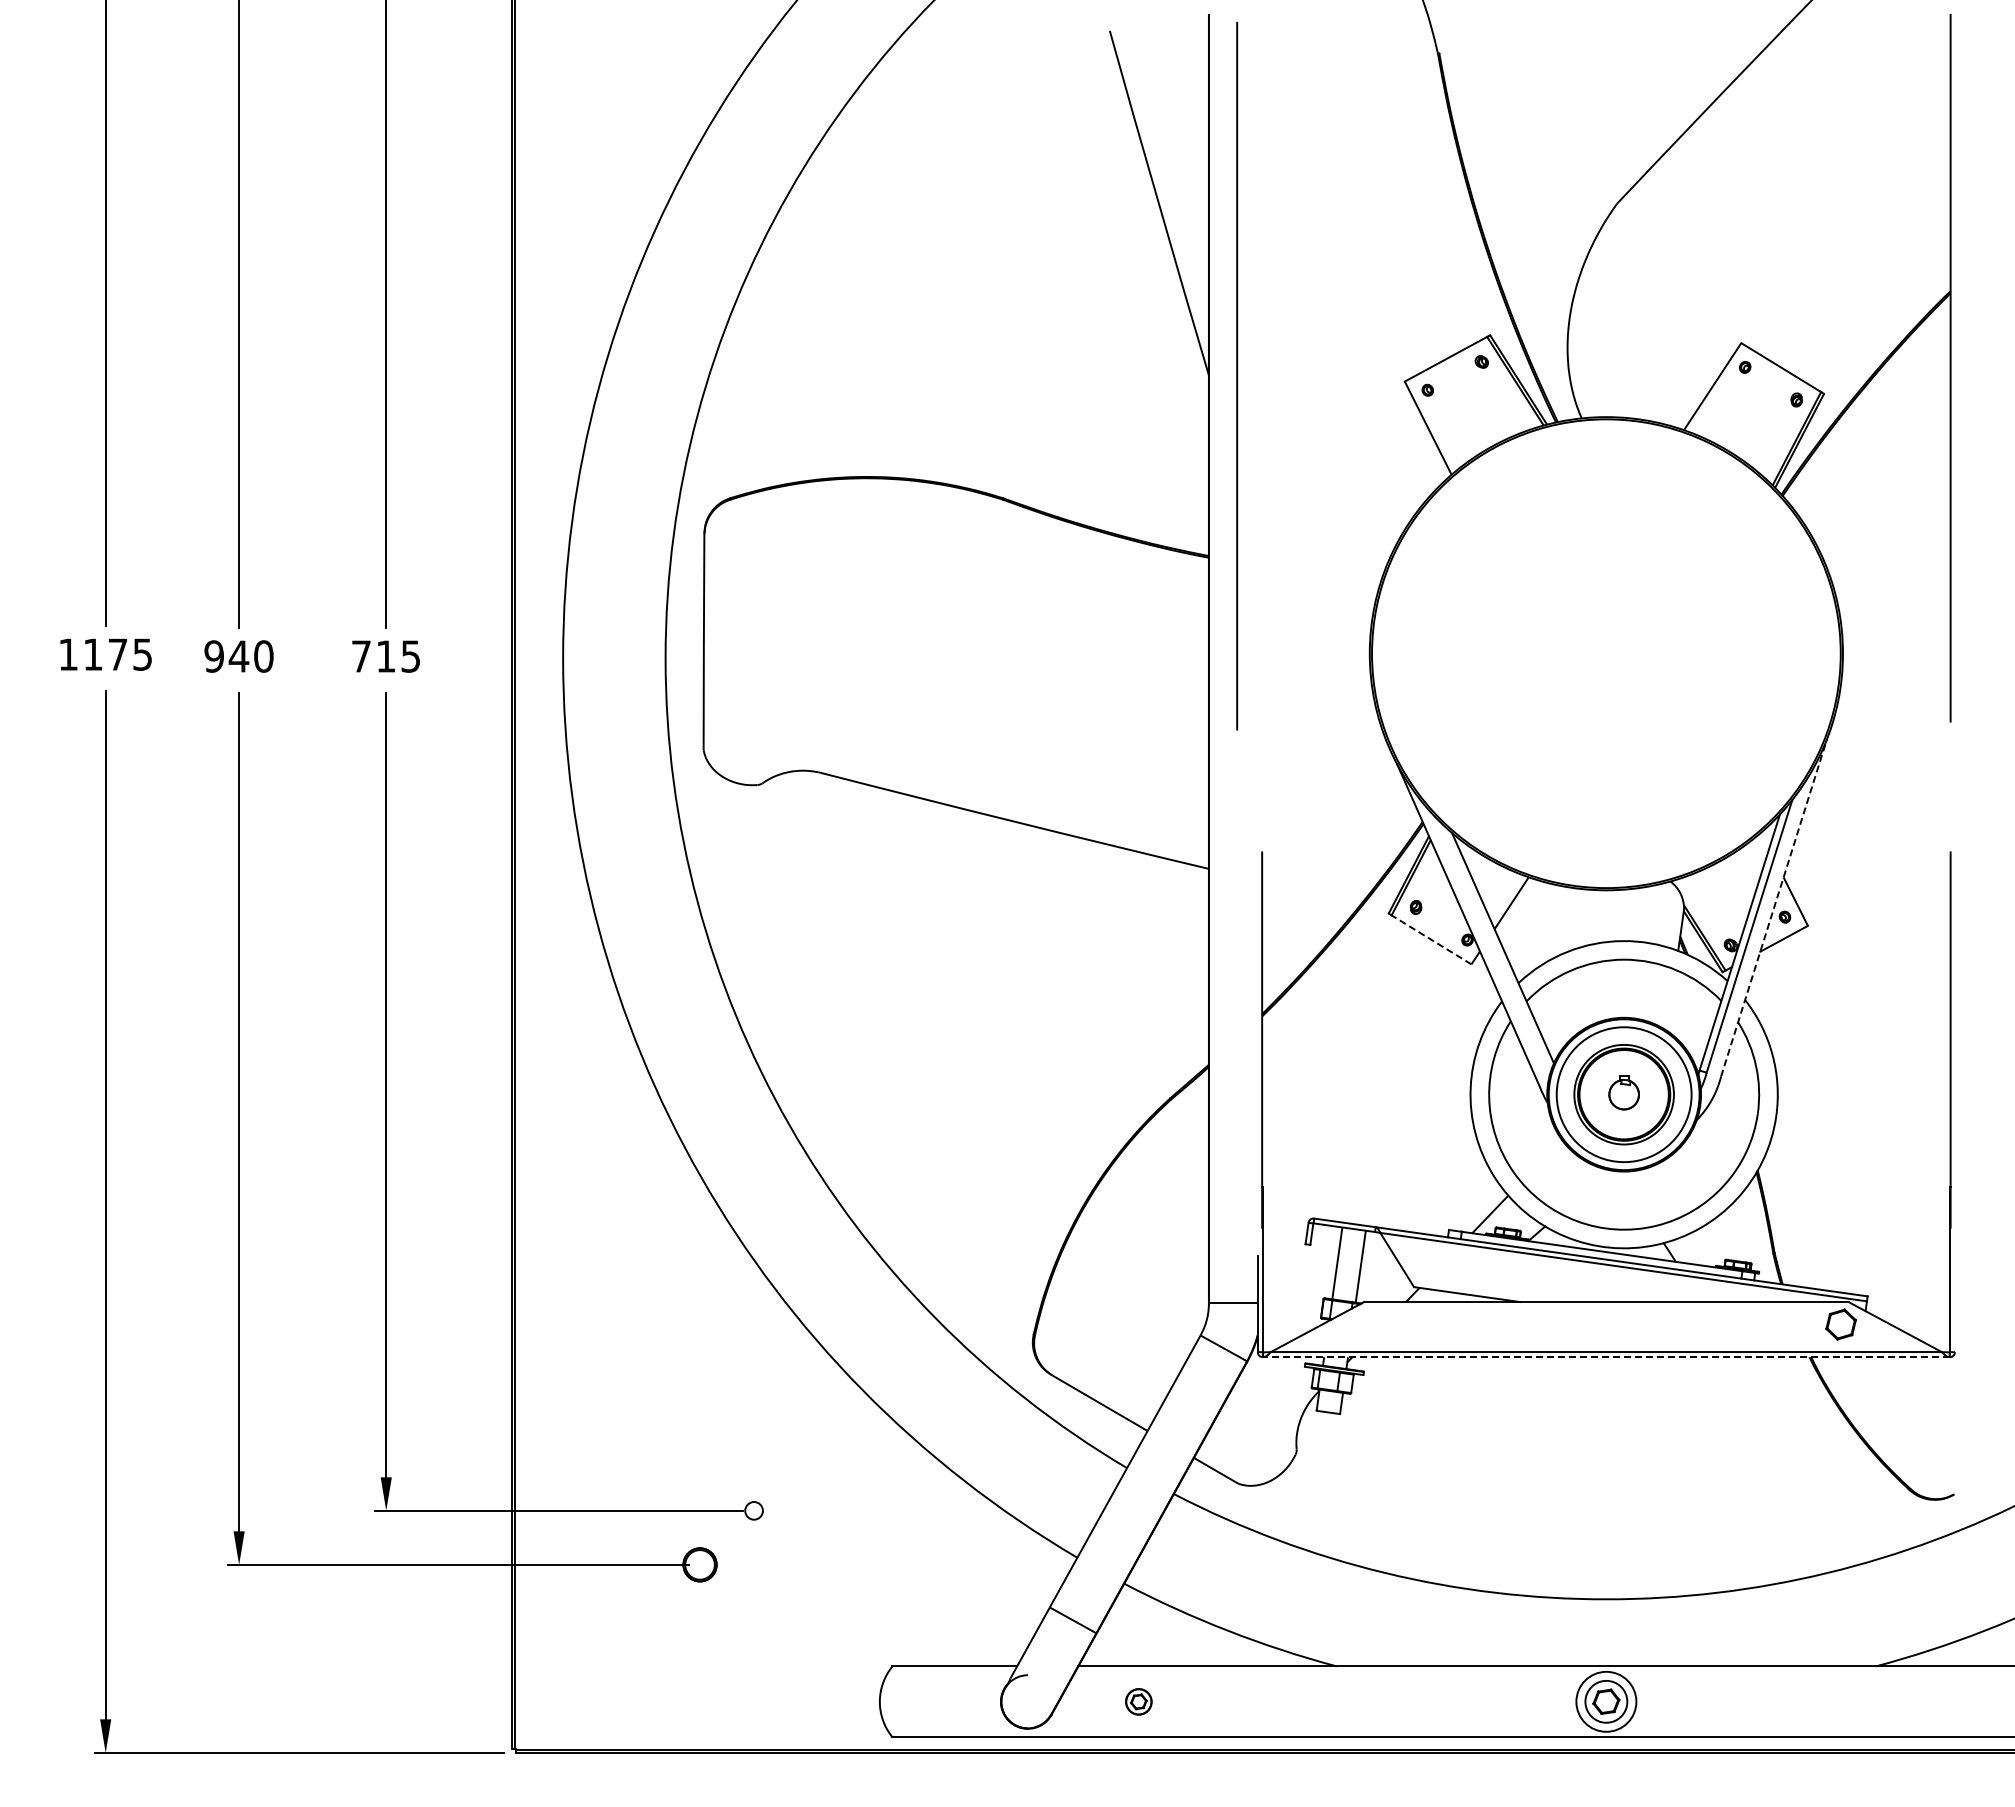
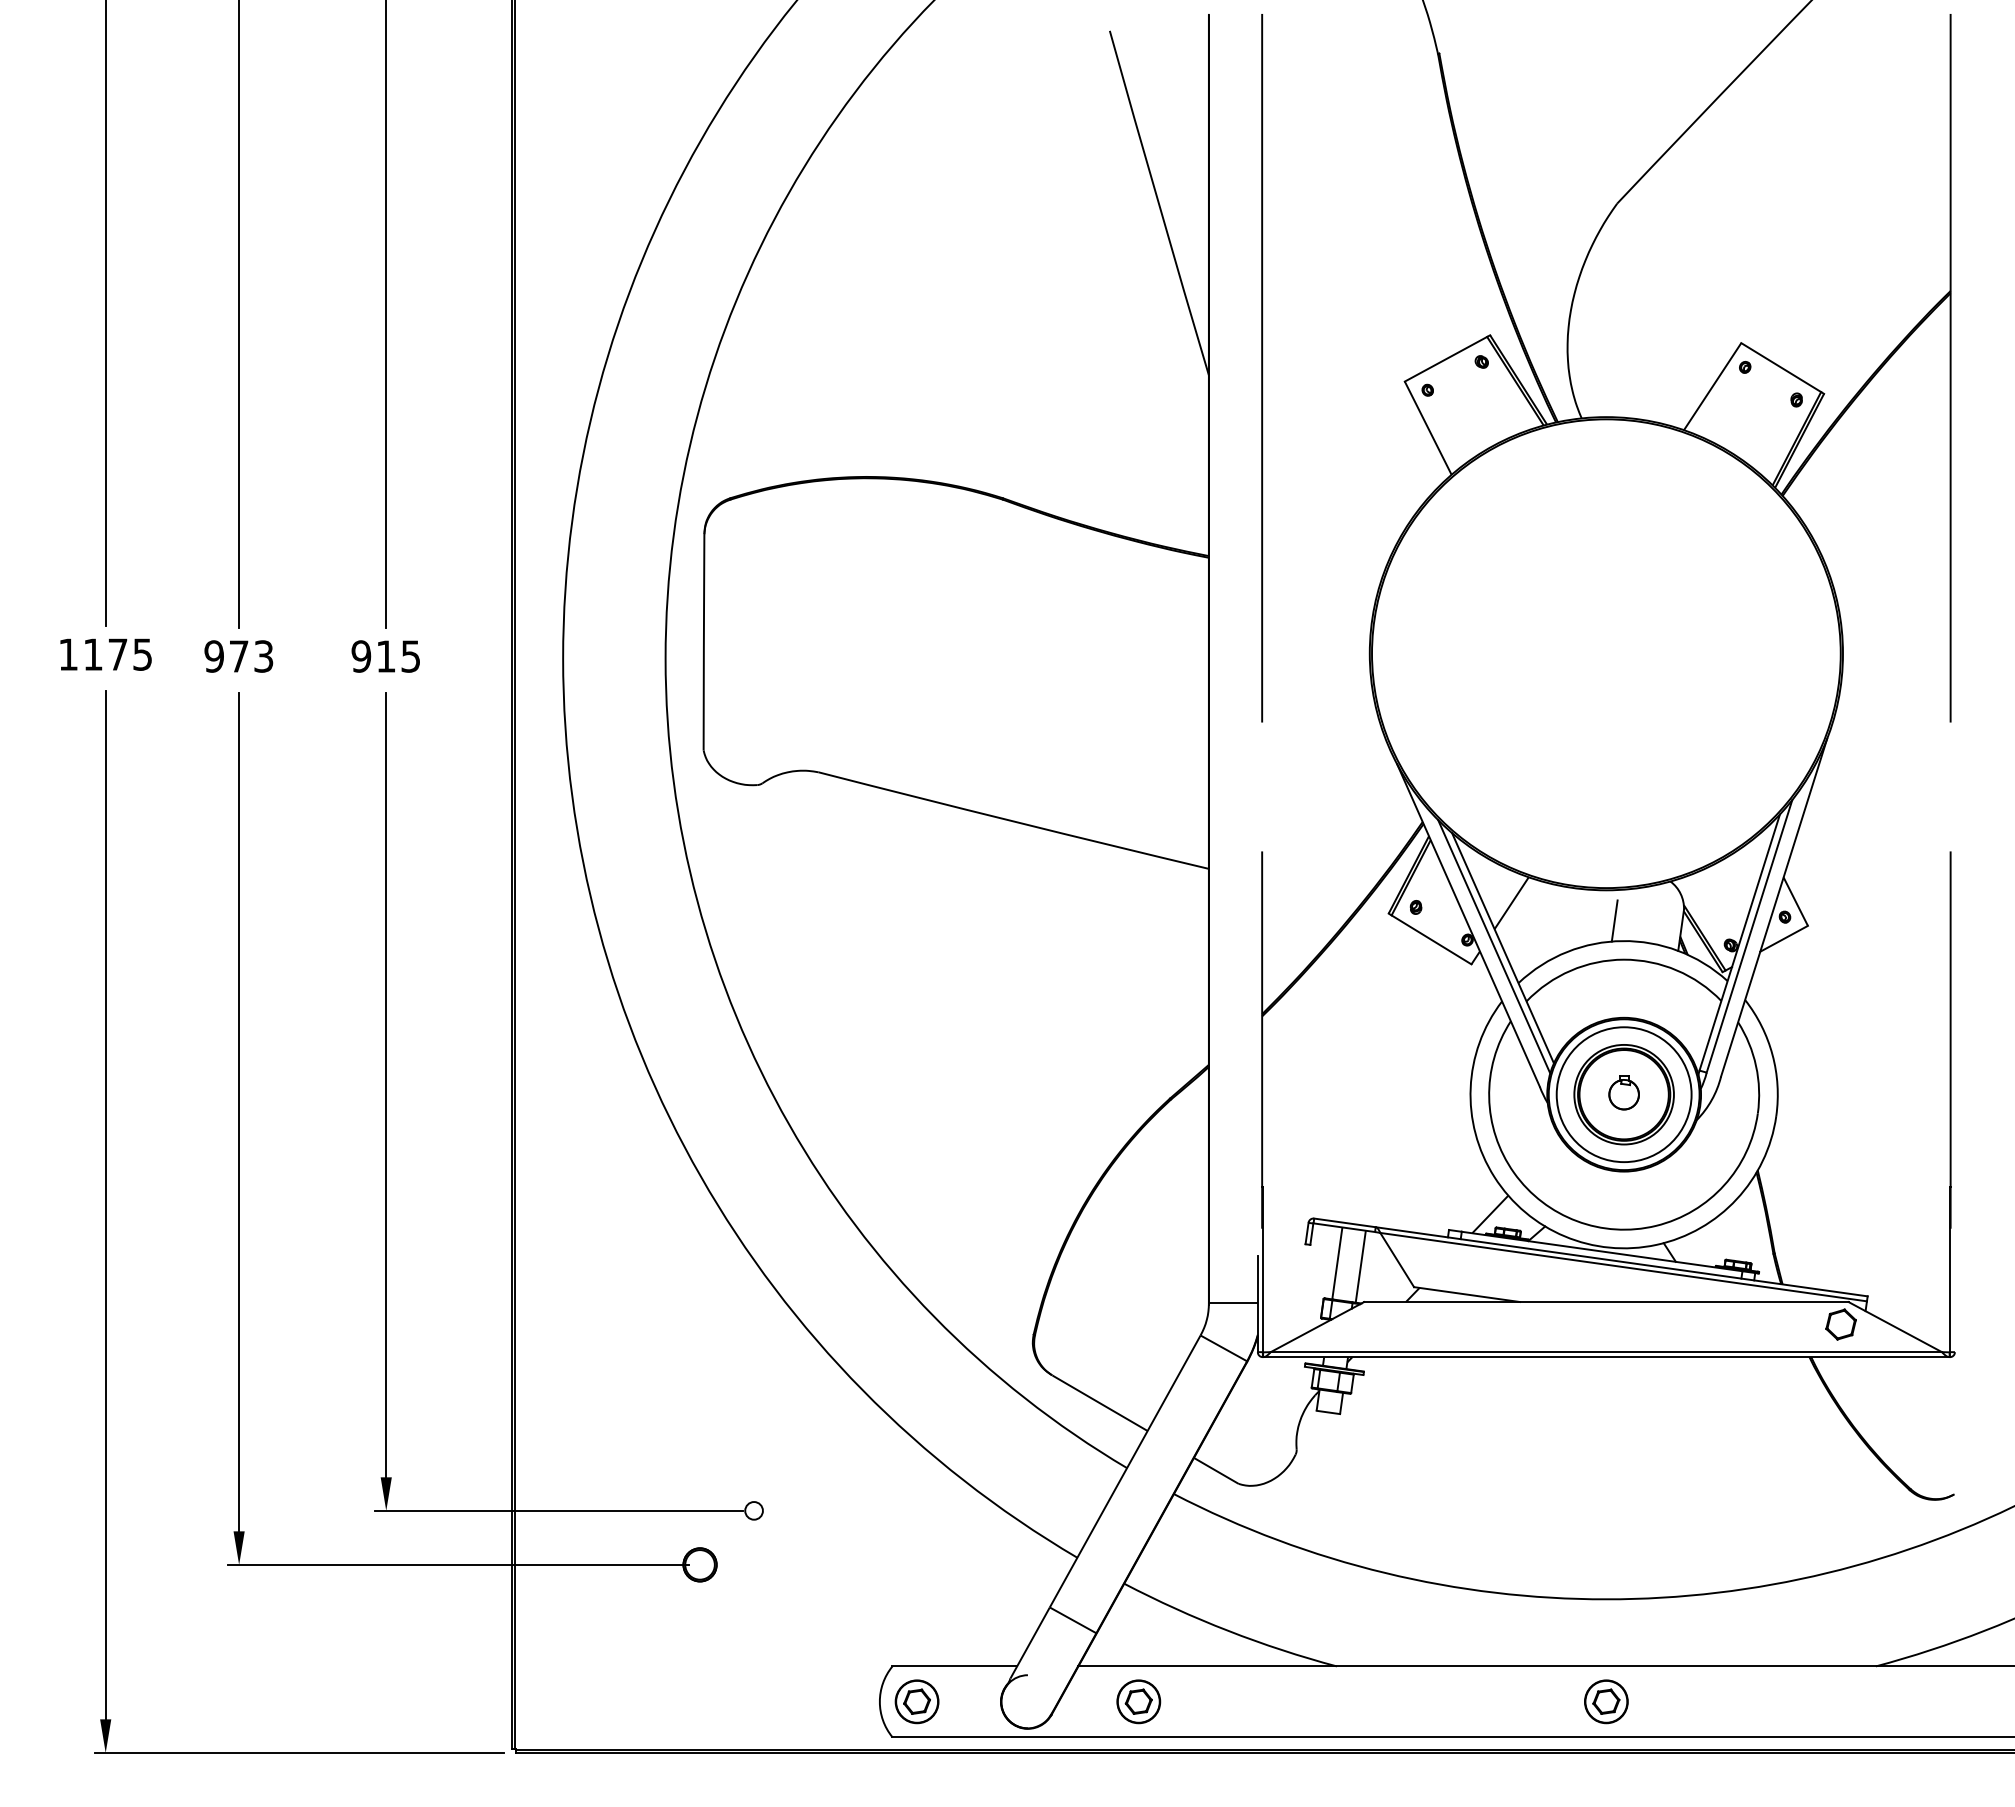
line at (1237, 376) position: (1237, 376) -> (1262, 368)
text at (250, 656): 940 -> 973
text at (361, 656): 715 -> 915
line at (1774, 907): dashed -> solid
line at (1614, 920): none -> present
line at (1431, 939): dashed -> solid
line at (1494, 946): none -> present
line at (1605, 1357): dashed -> solid
part at (916, 1701): none -> present
part at (1138, 1701) size: 28x28 px -> 46x46 px
circle at (1606, 1701) diameter: 60 px -> 43 px
